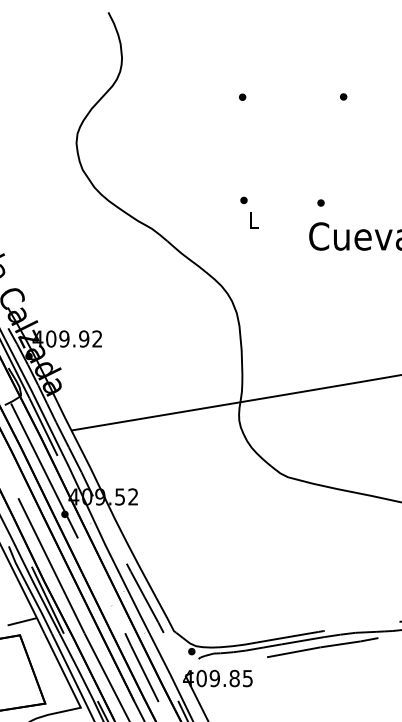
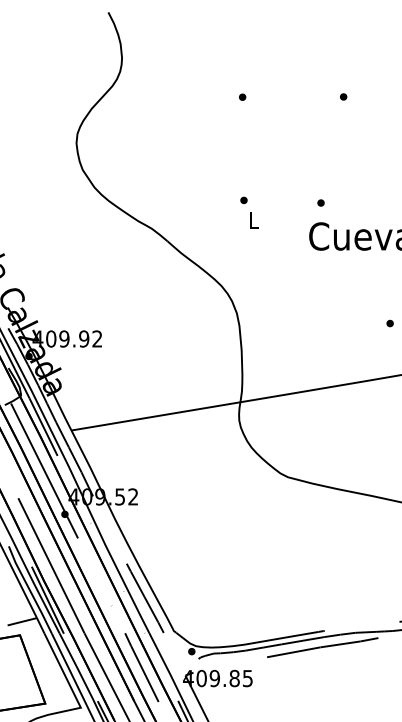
part at (389, 323): none -> present
